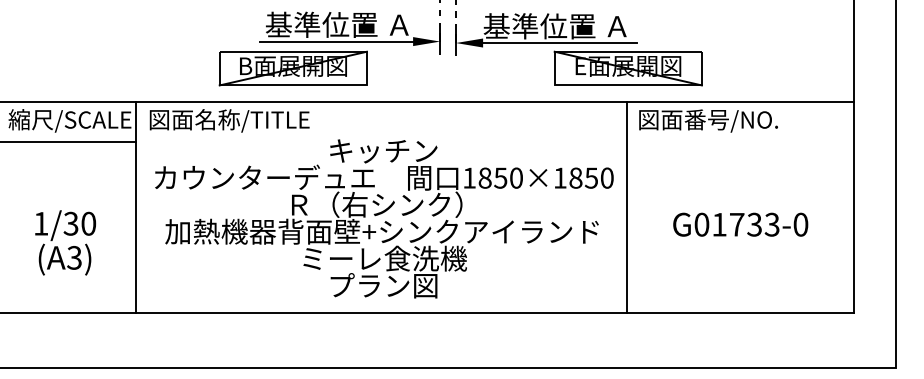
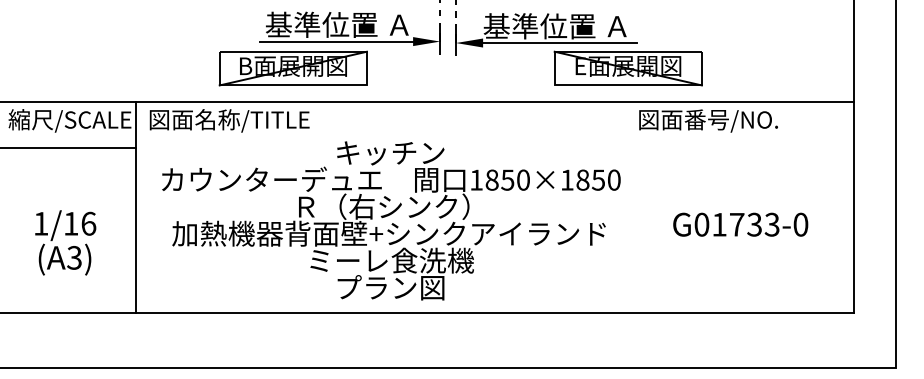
line at (68, 142) position: (68, 142) -> (68, 148)
line at (626, 207): present -> none
text at (384, 218) position: (384, 218) -> (391, 220)
text at (79, 223): 1/30 -> 1/16
